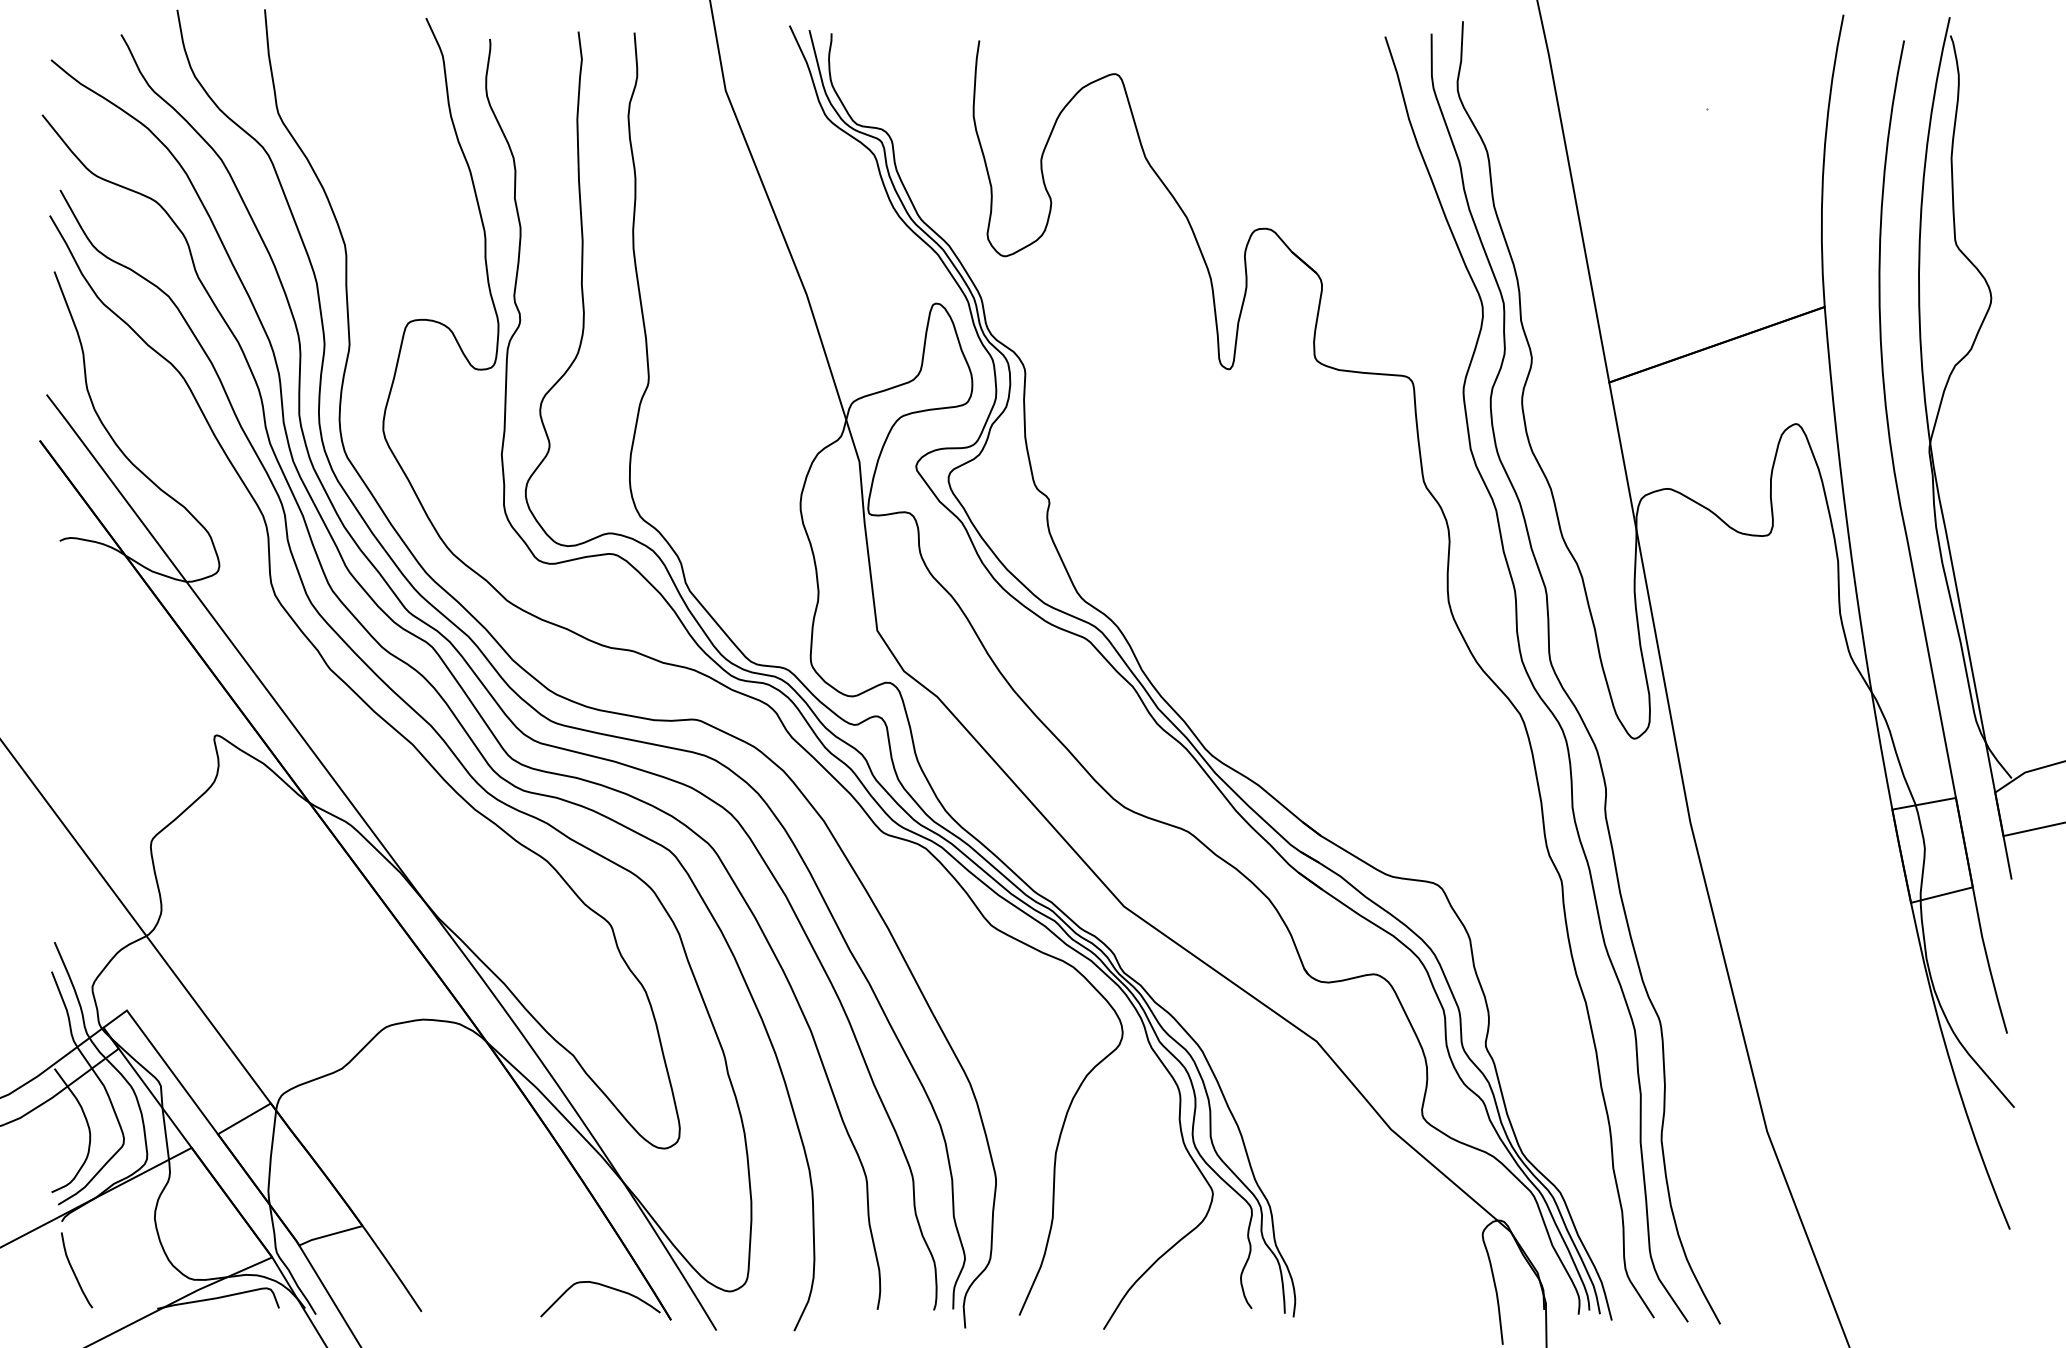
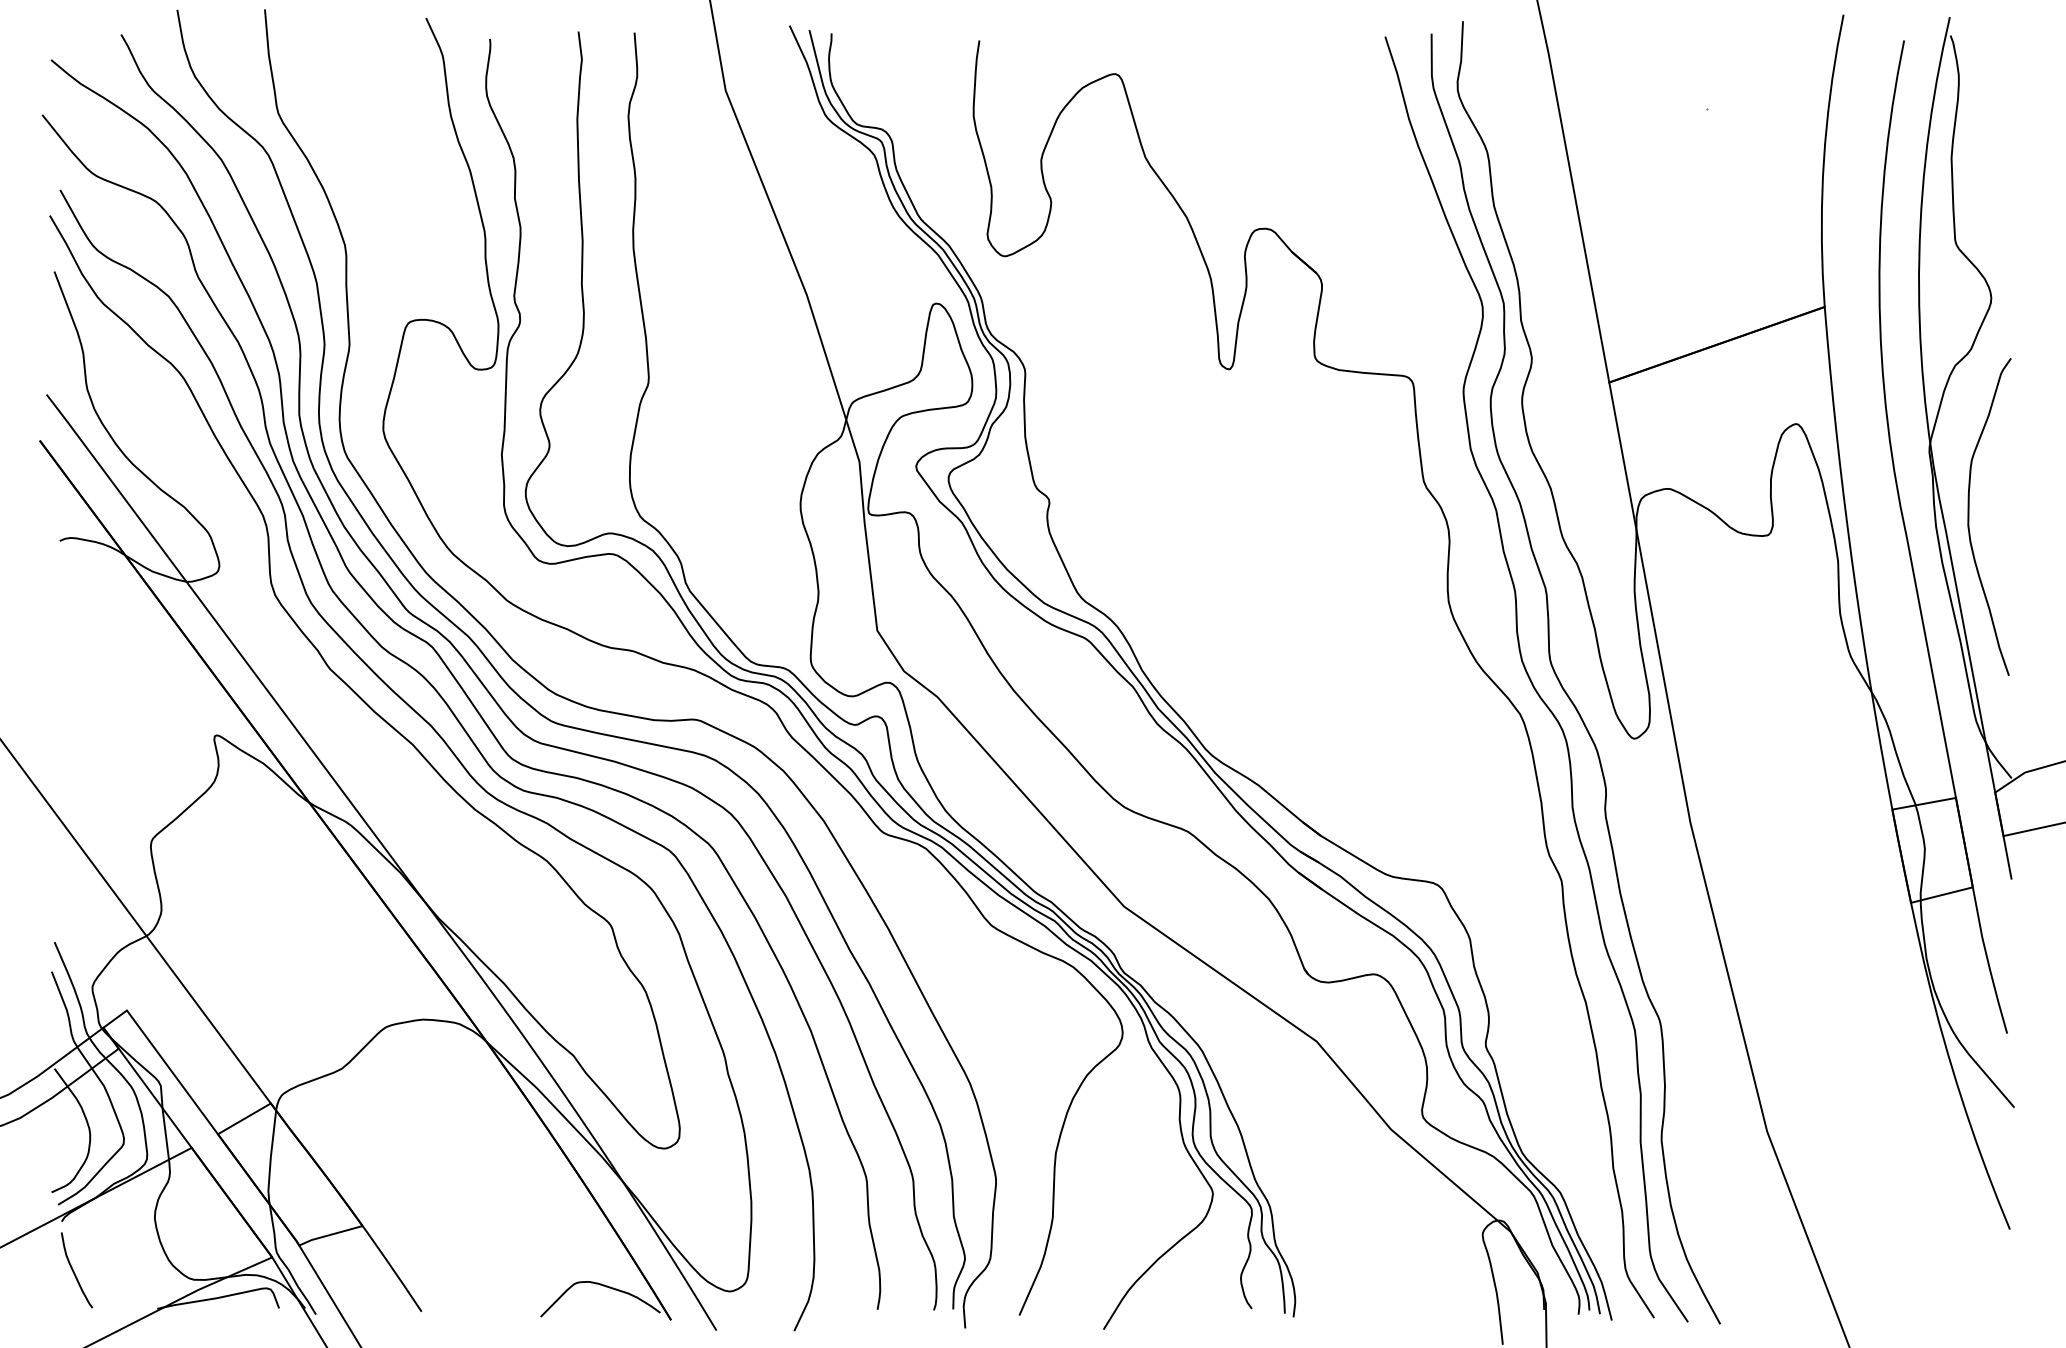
curve at (1969, 516): none -> present
